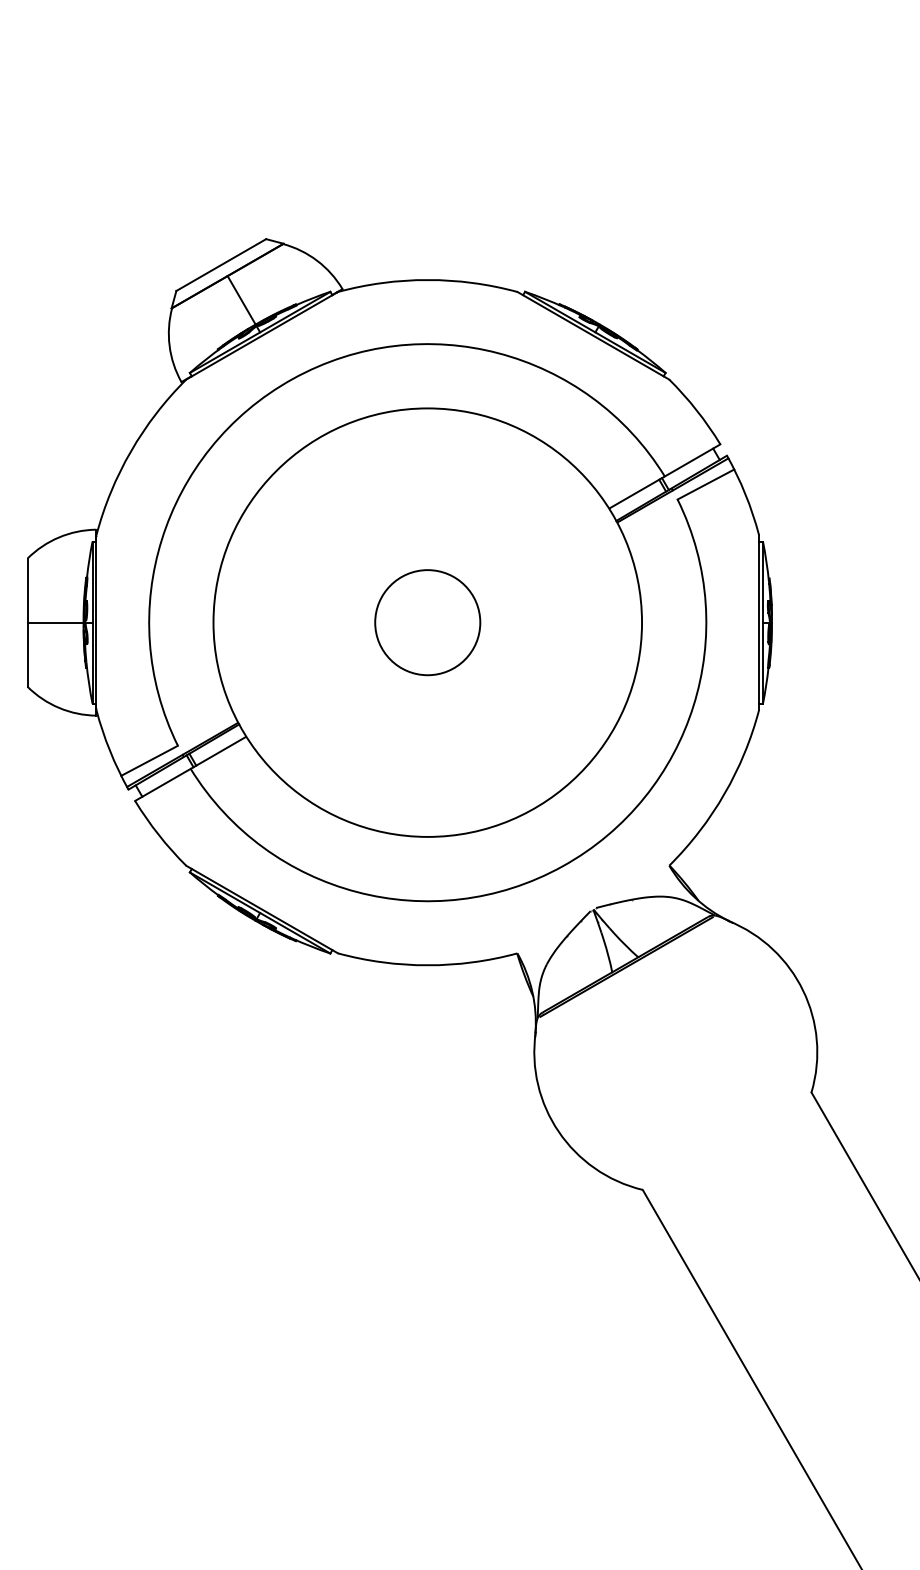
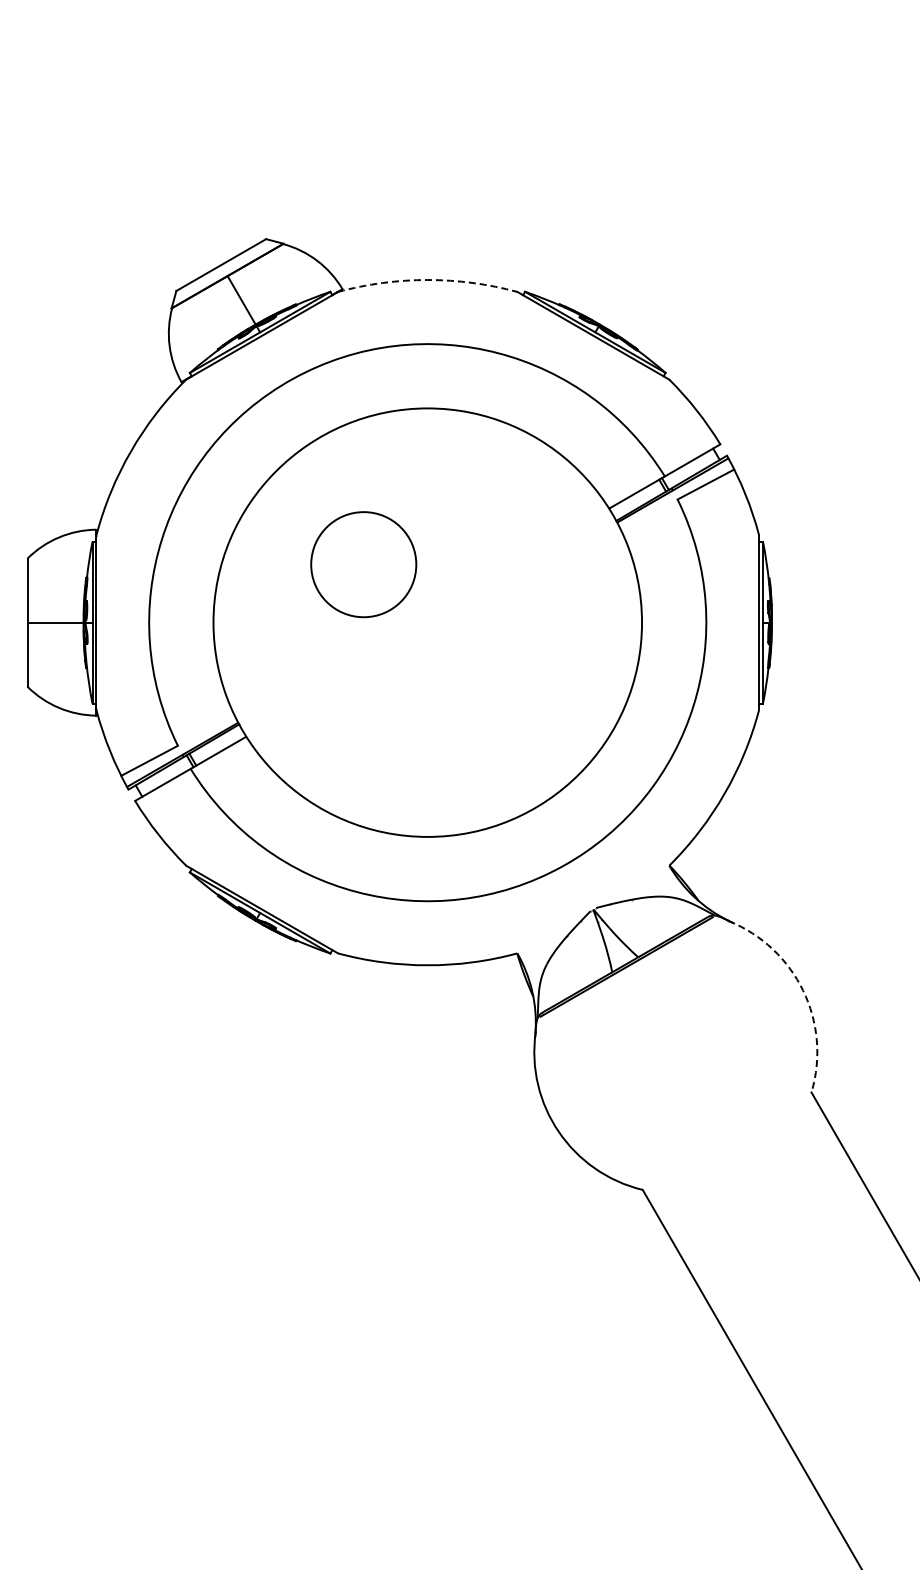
arc at (427, 280): solid -> dashed
circle at (427, 622) position: (427, 622) -> (363, 564)
arc at (803, 990): solid -> dashed
